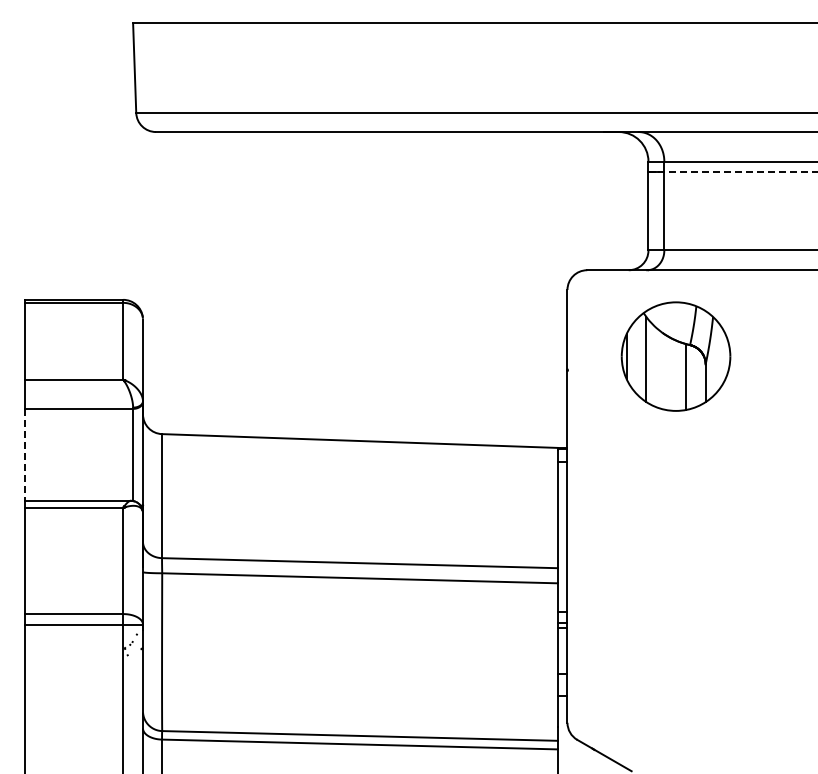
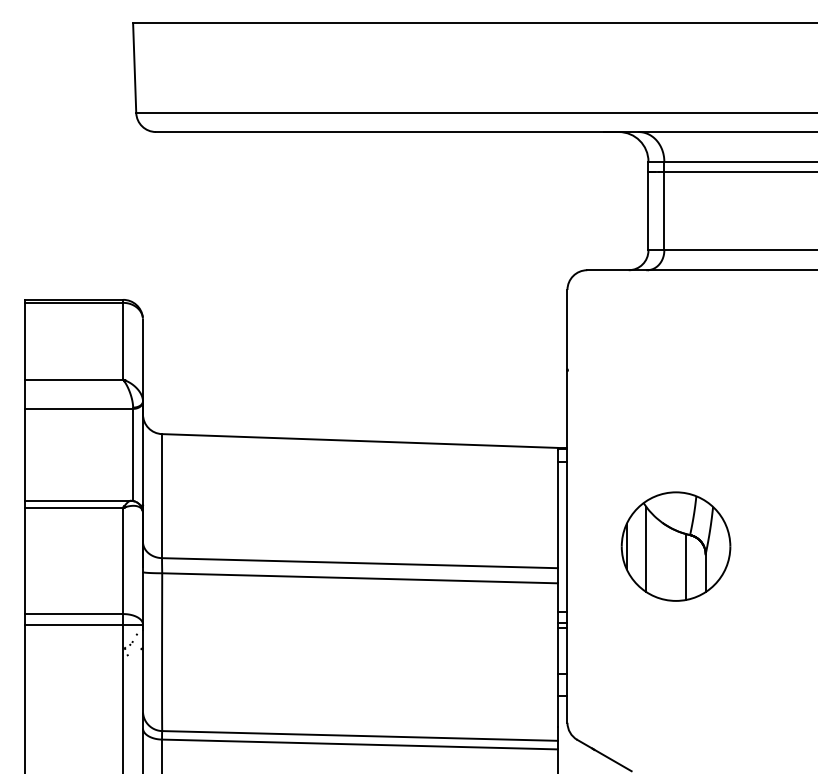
line at (740, 171): dashed -> solid
part at (675, 356) position: (675, 356) -> (675, 546)
line at (24, 454): dashed -> solid
